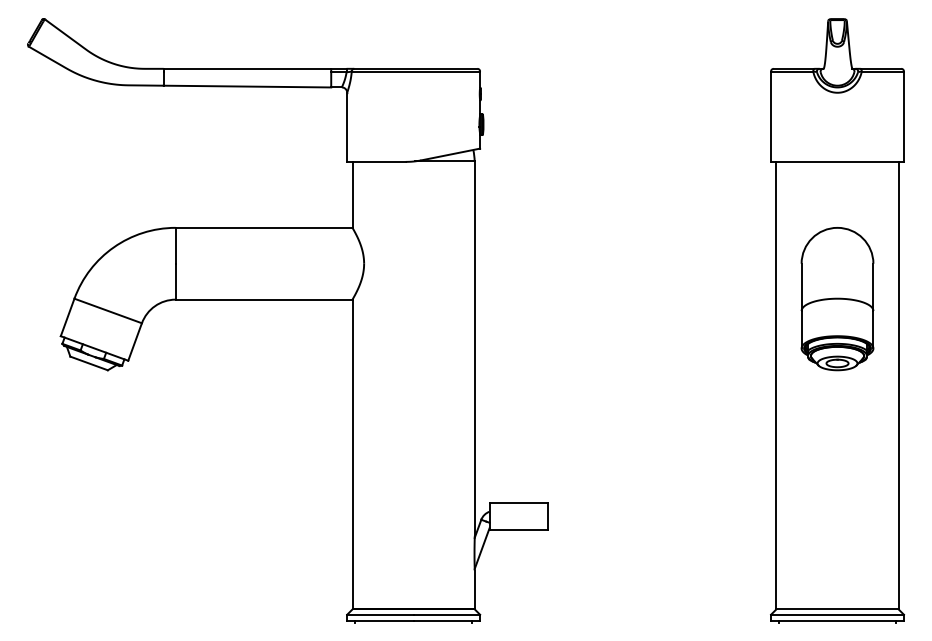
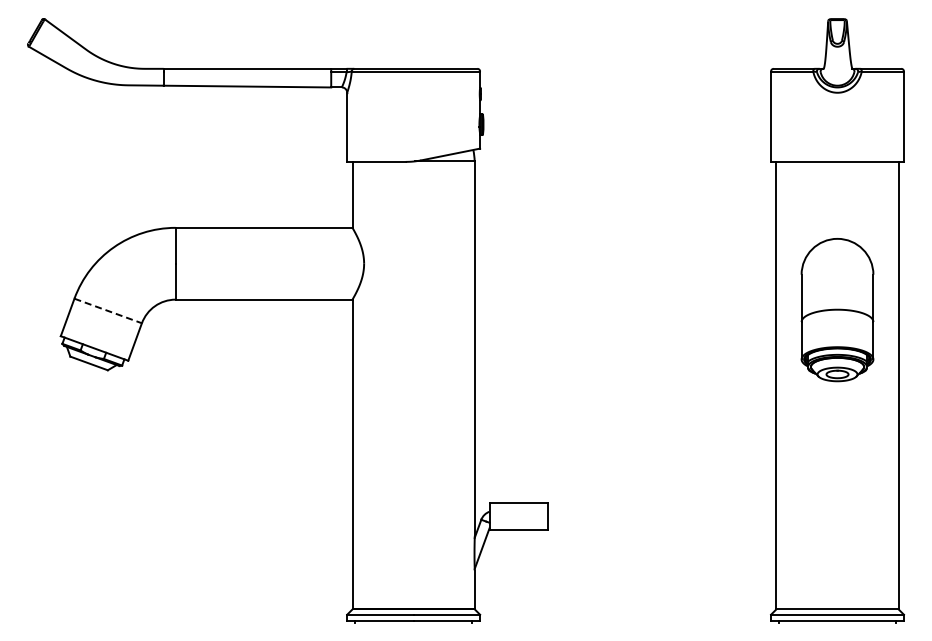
part at (837, 299) position: (837, 299) -> (837, 310)
line at (108, 310): solid -> dashed
